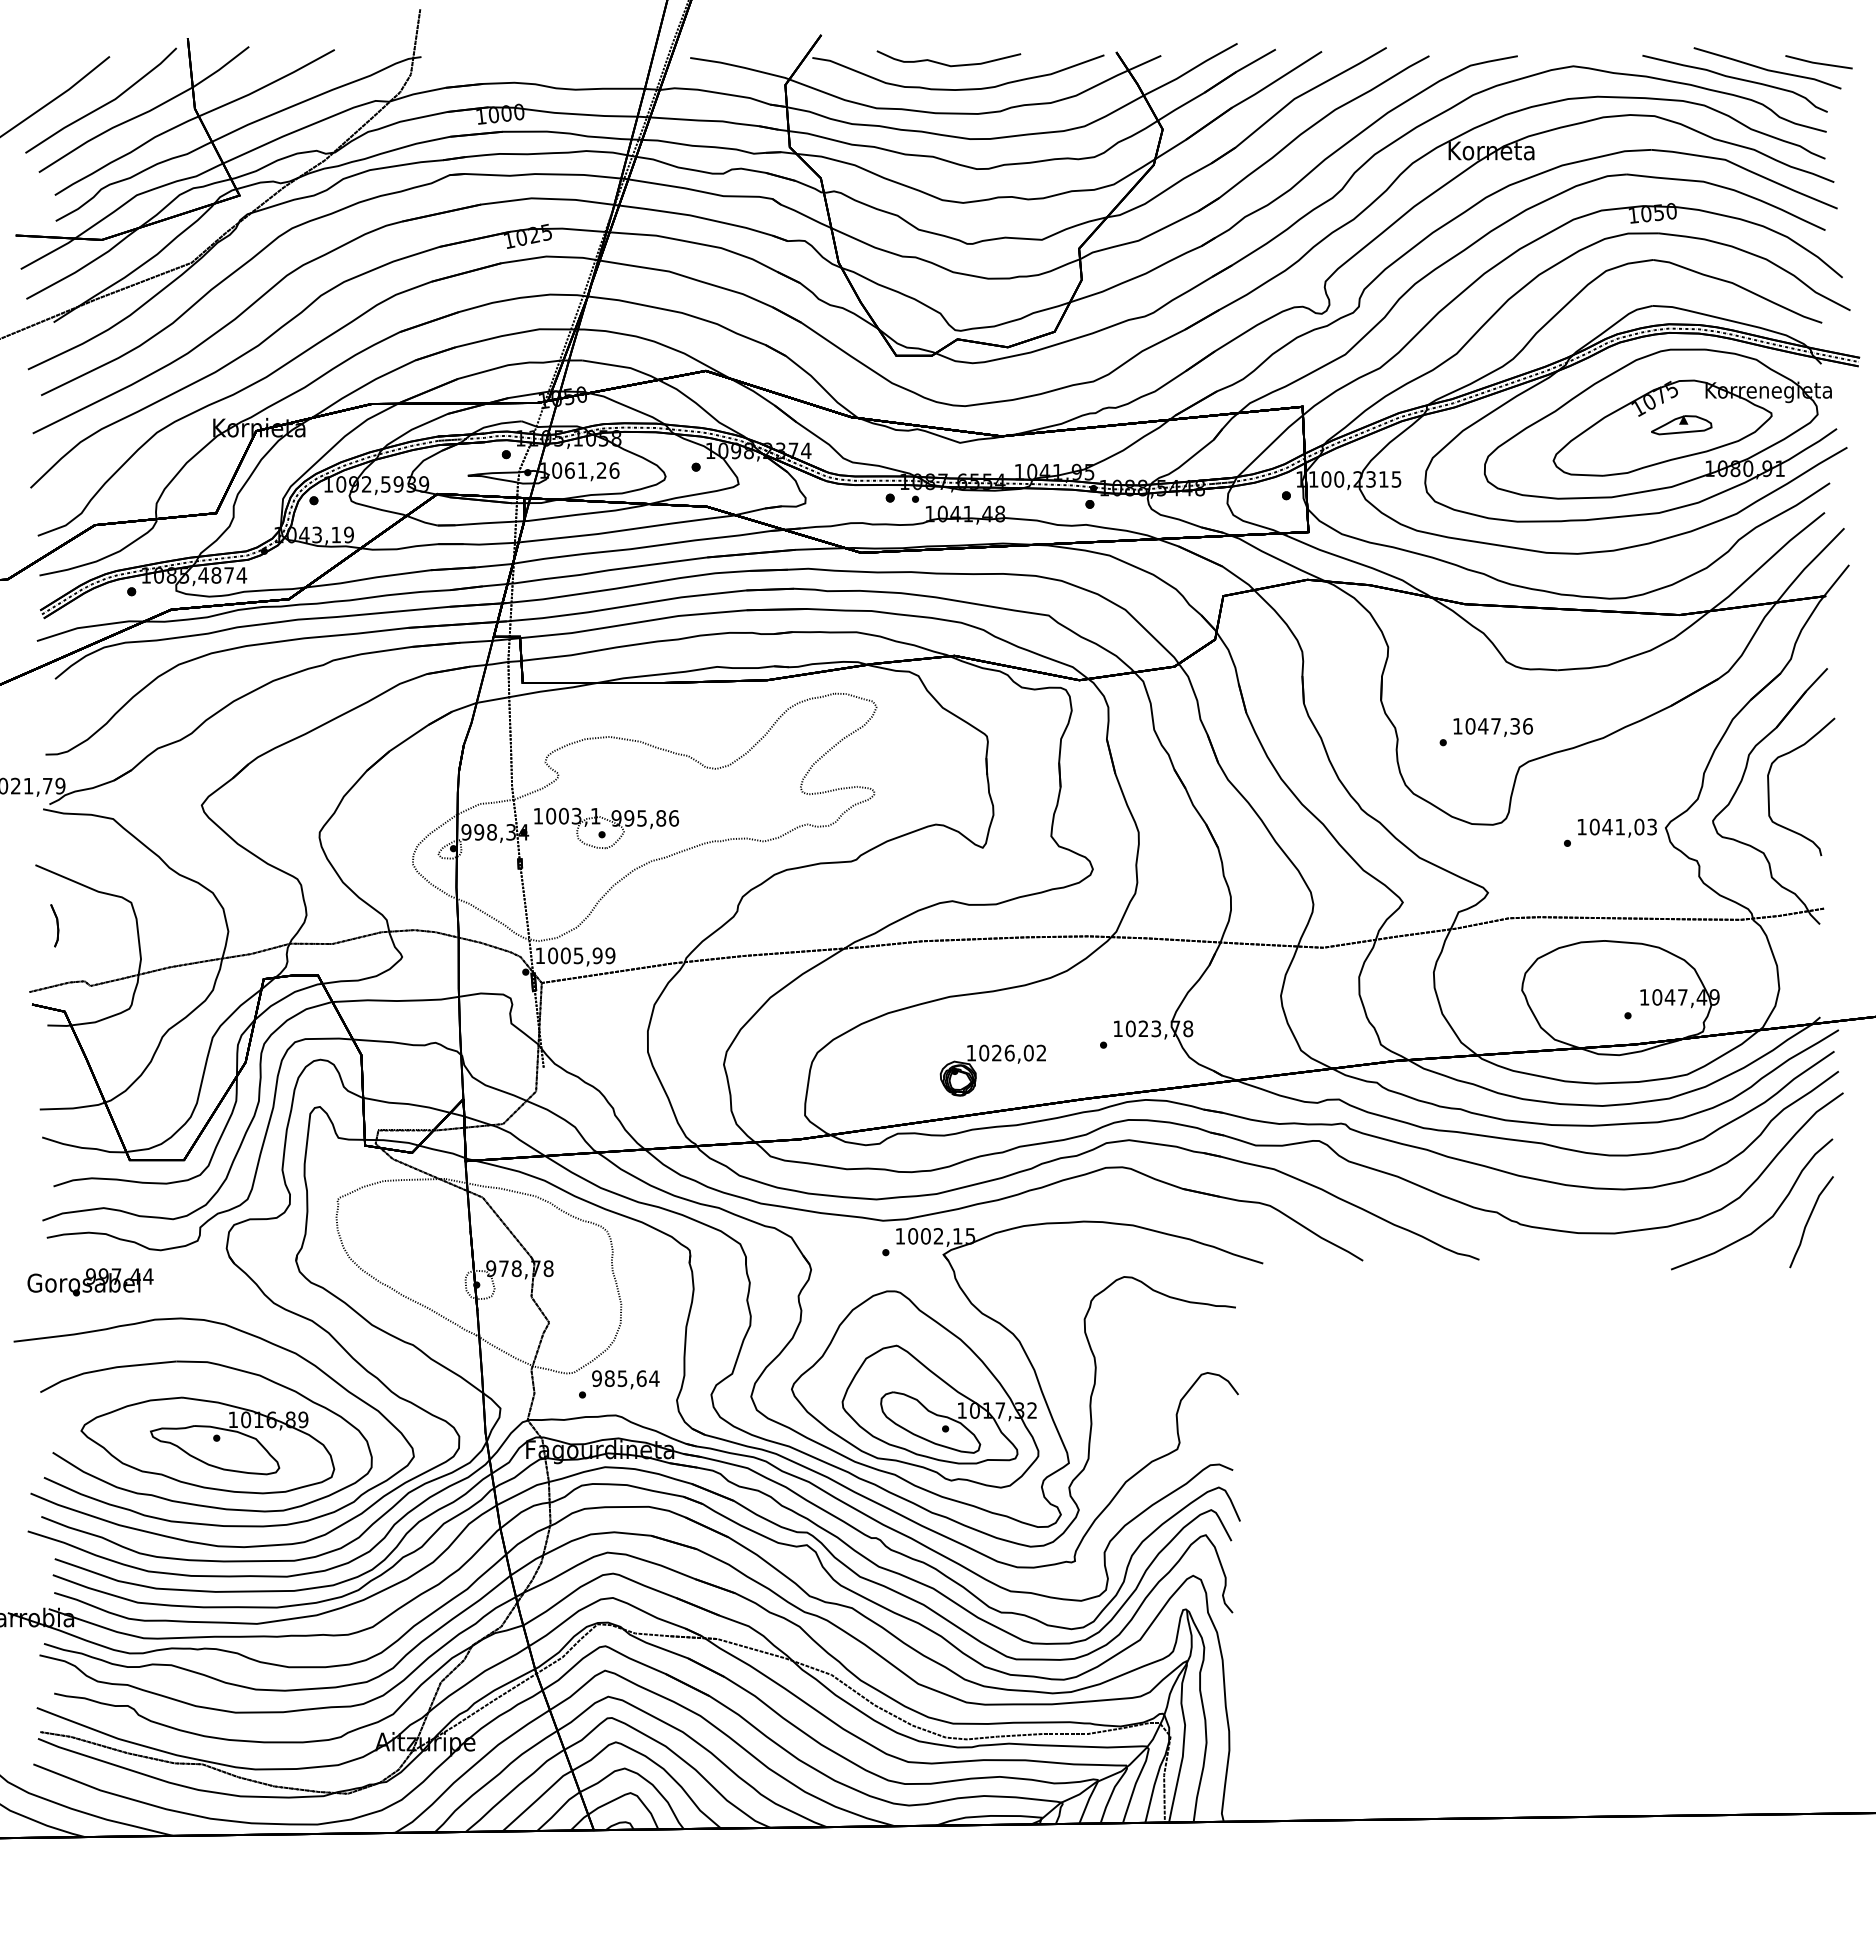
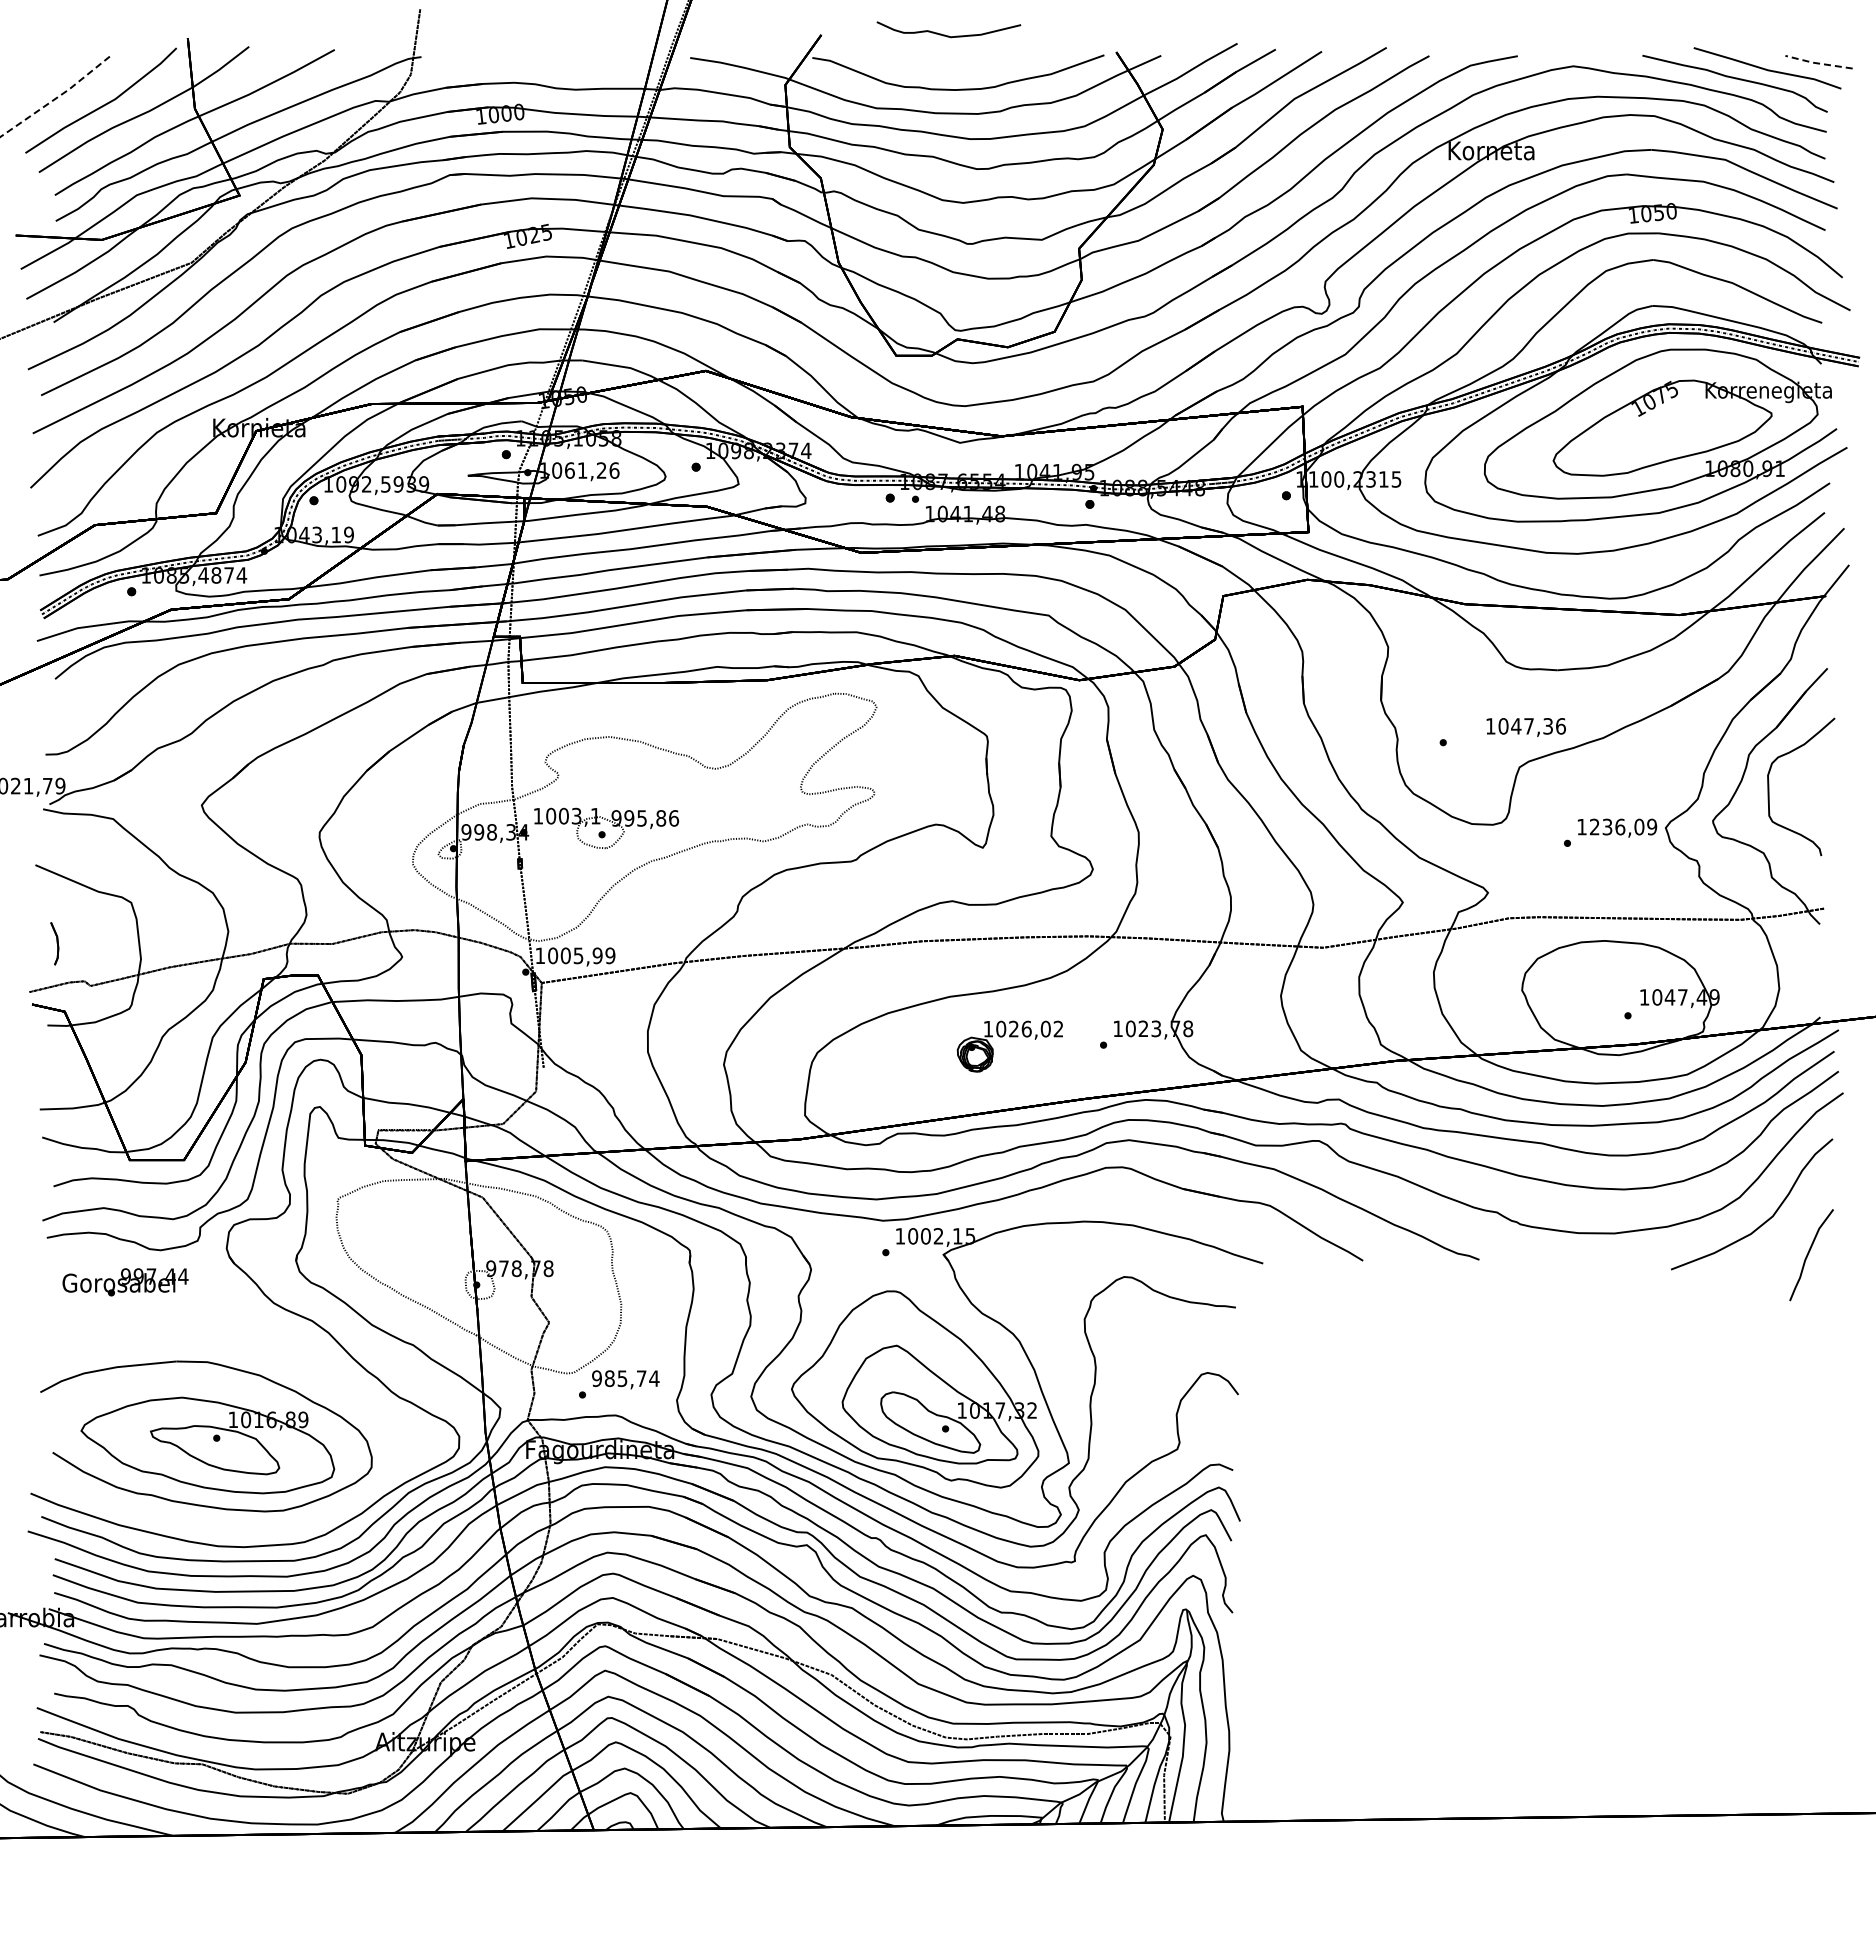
curve at (945, 63) position: (945, 63) -> (945, 34)
line at (1817, 63): solid -> dashed
line at (56, 97): solid -> dashed
part at (1681, 425): present -> none
text at (1492, 727) position: (1492, 727) -> (1525, 727)
text at (1623, 826): 1041,03 -> 1236,09
part at (54, 925) position: (54, 925) -> (54, 943)
part at (992, 1061) position: (992, 1061) -> (1009, 1037)
curve at (1809, 1220) position: (1809, 1220) -> (1809, 1253)
text at (90, 1282) position: (90, 1282) -> (125, 1282)
curve at (244, 1333): present -> none
text at (641, 1378): 985,64 -> 985,74
